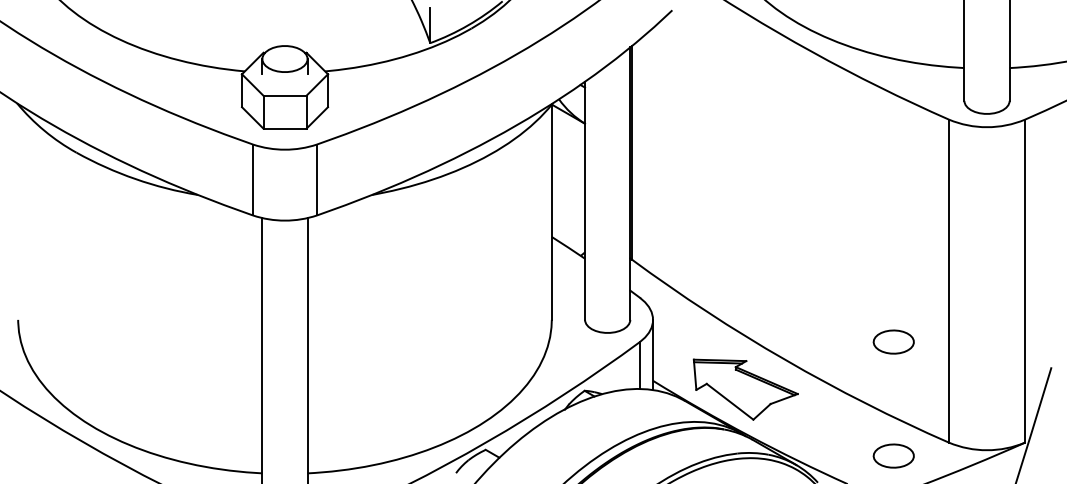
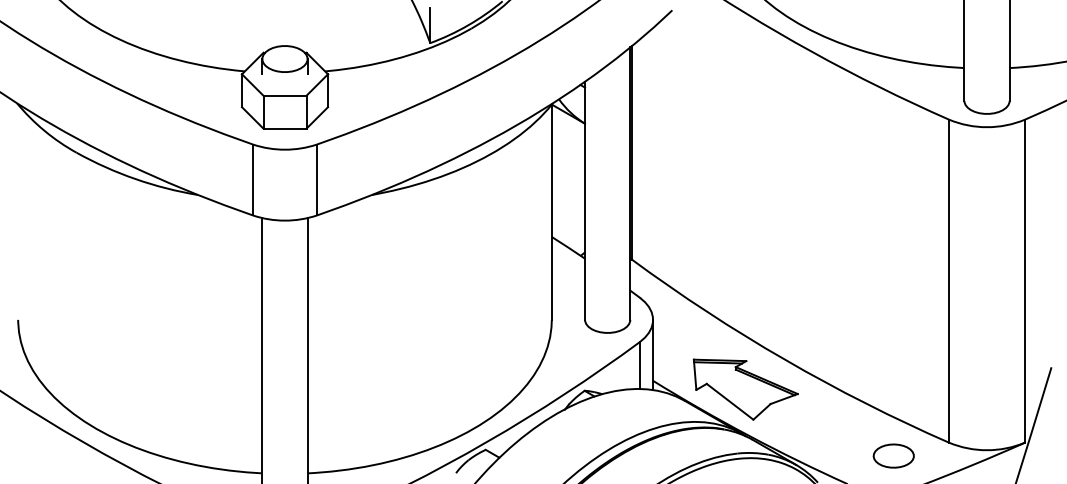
part at (893, 341): present -> none
